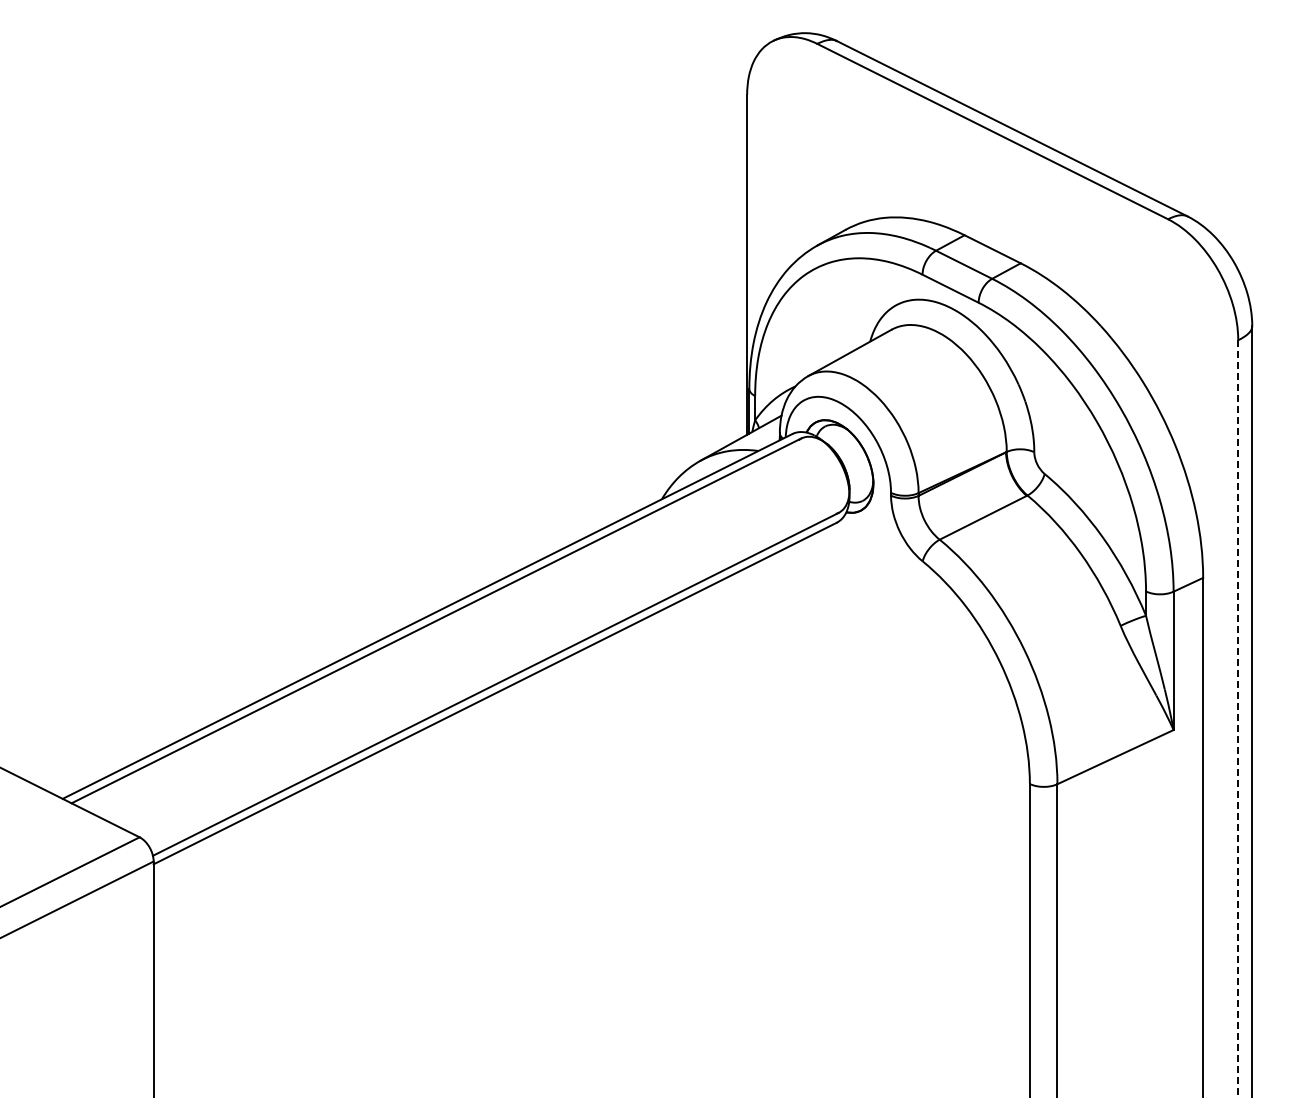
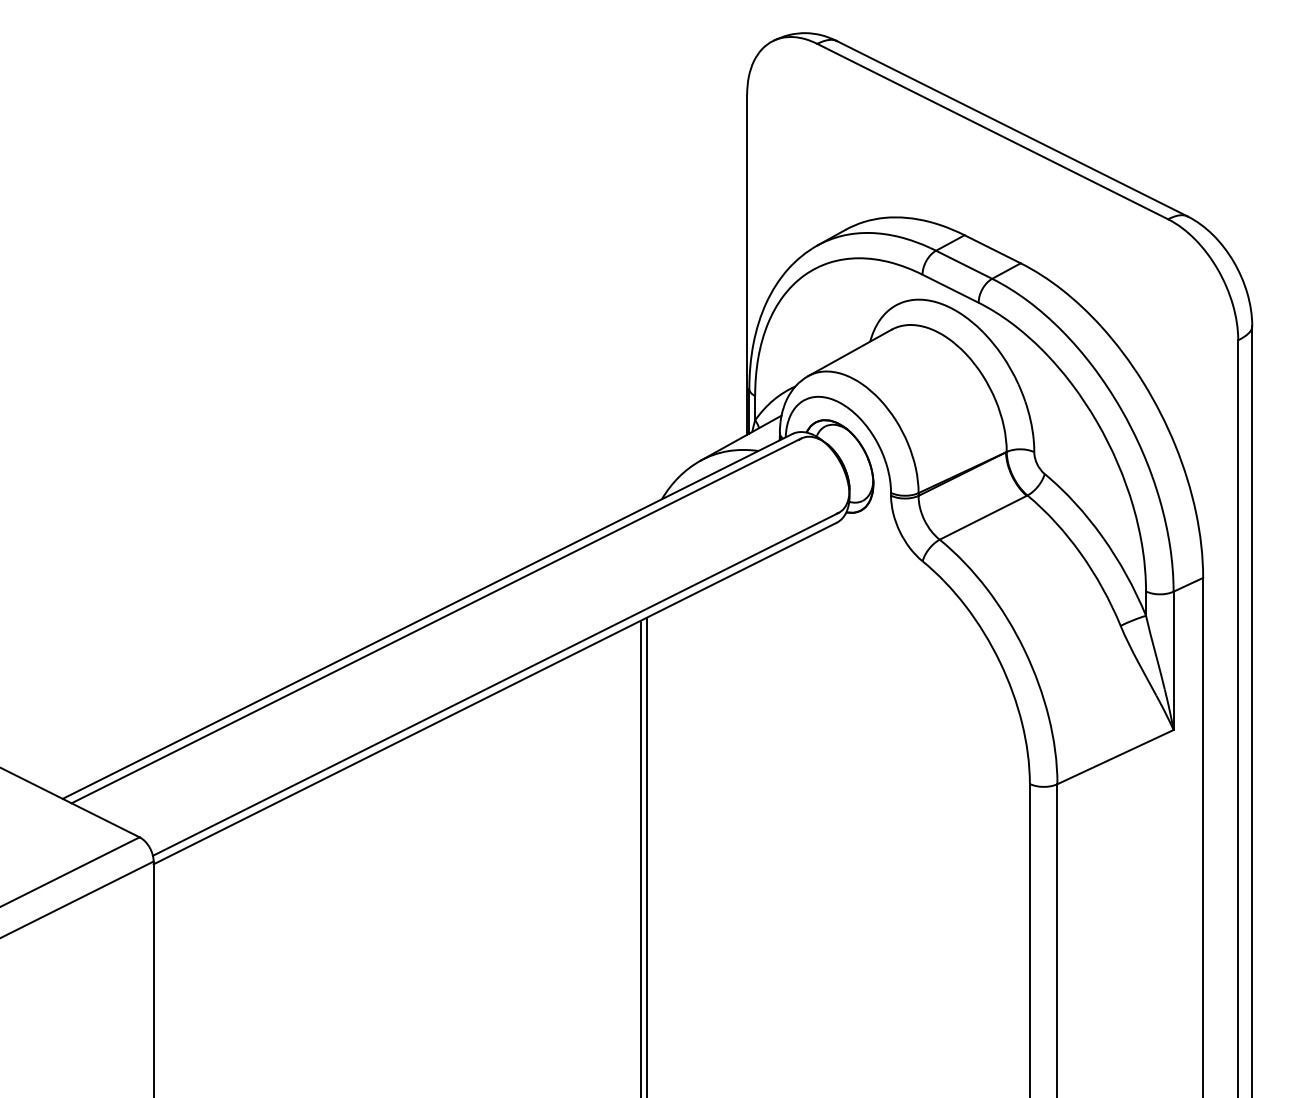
line at (1238, 719): dashed -> solid
line at (646, 855): none -> present
line at (641, 857): none -> present
